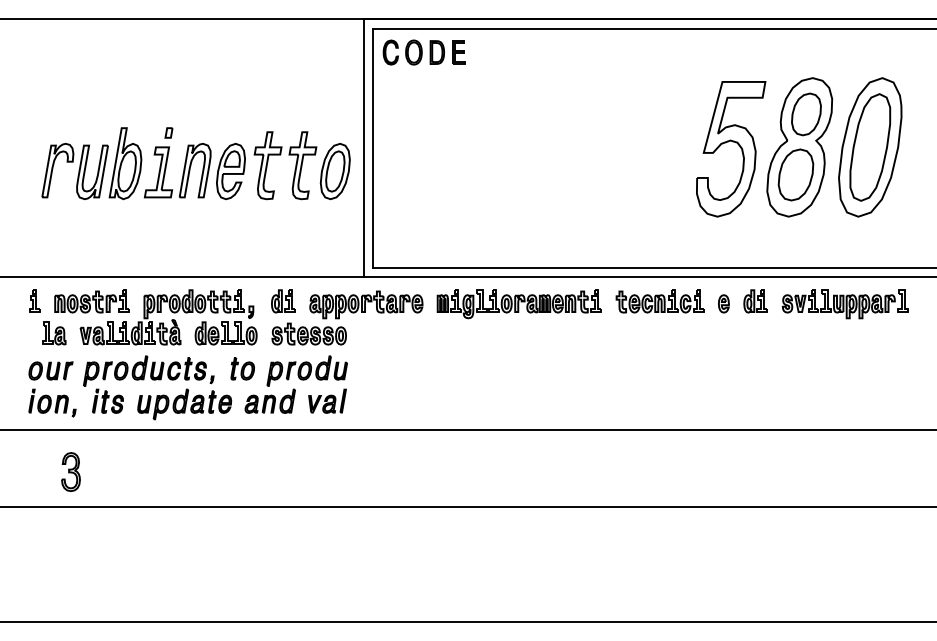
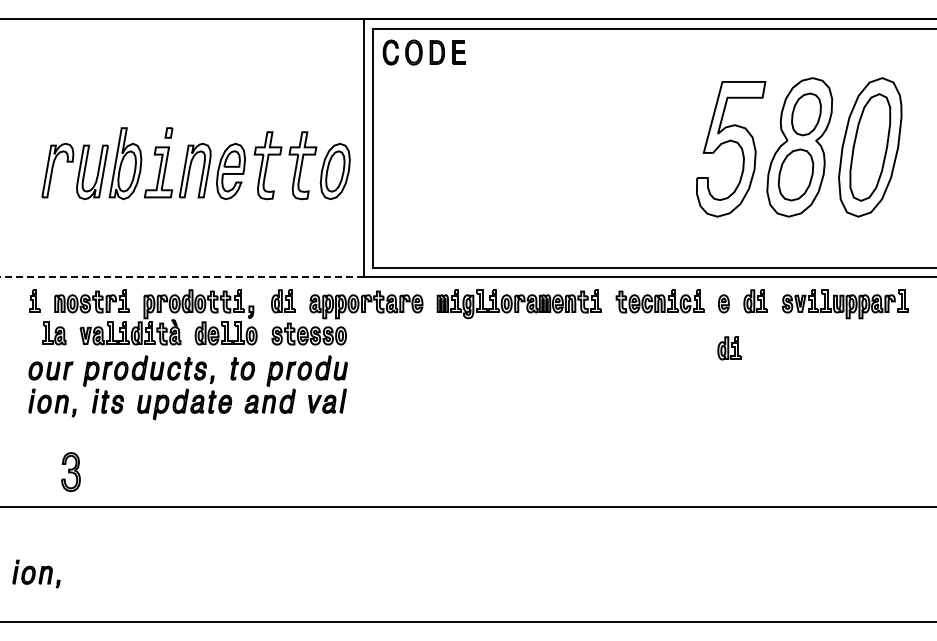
line at (181, 277): solid -> dashed
part at (729, 348): none -> present
line at (467, 430): present -> none
part at (36, 573): none -> present
